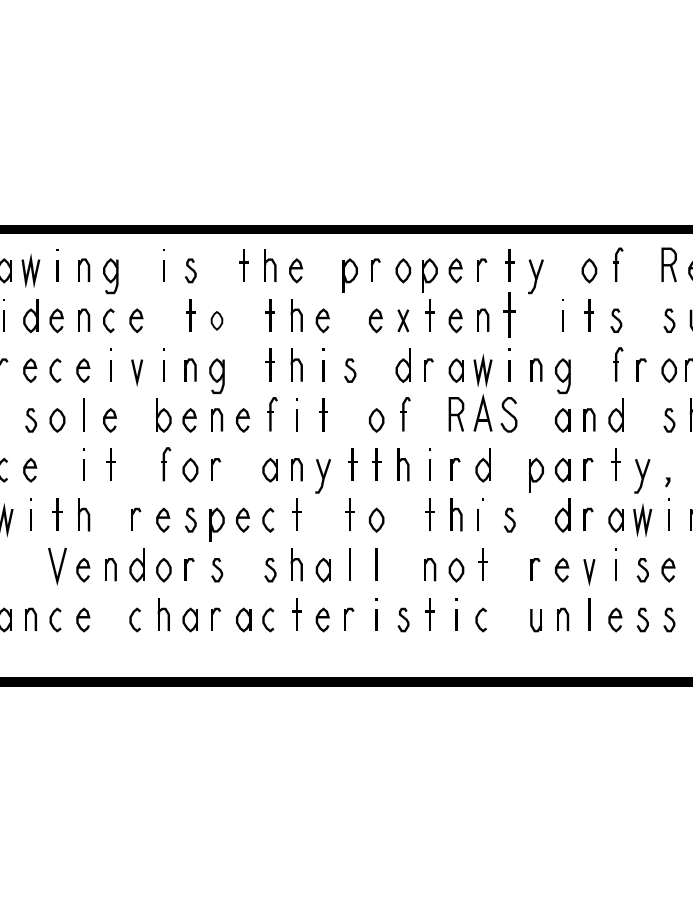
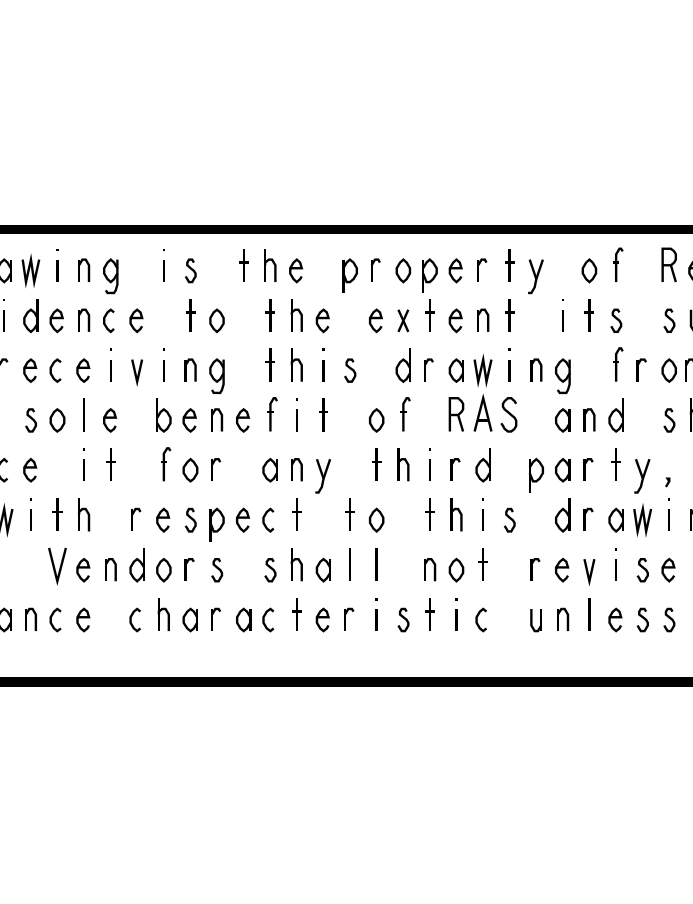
part at (509, 314) size: 13x46 px -> 10x33 px
part at (216, 320) size: 14x20 px -> 16x26 px
part at (352, 464): present -> none
line at (477, 519) position: (477, 519) -> (482, 519)
